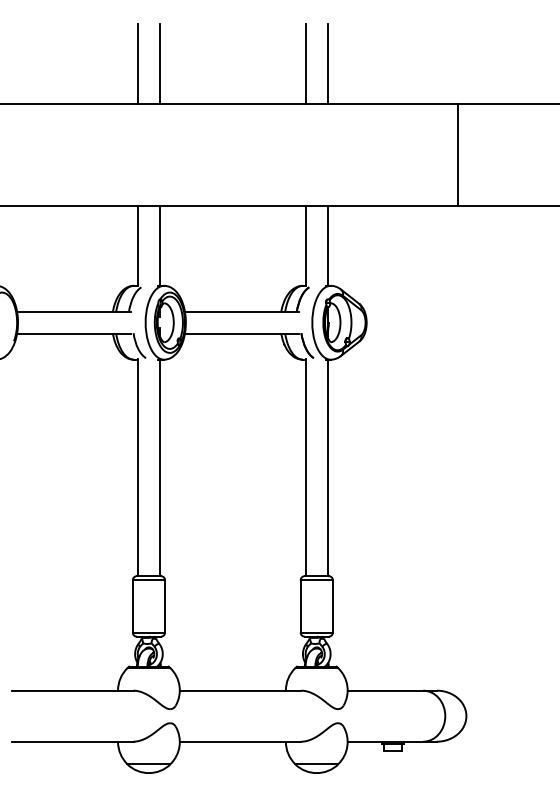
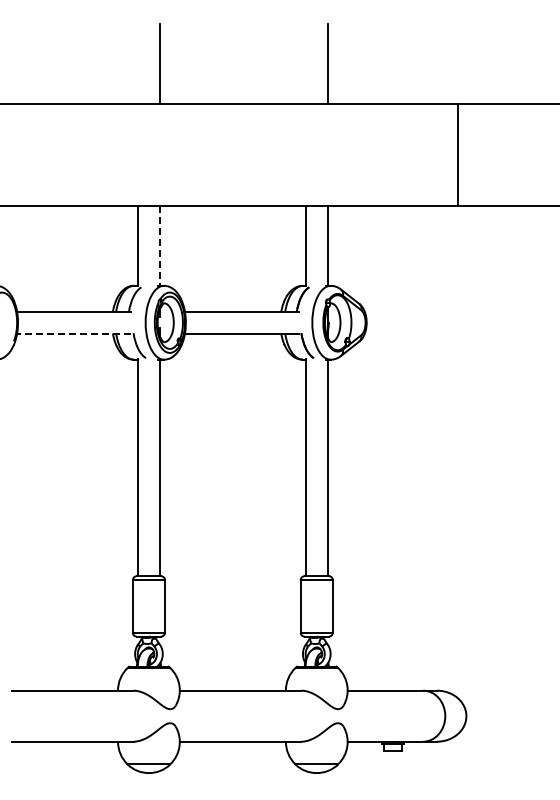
line at (138, 63): present -> none
line at (306, 63): present -> none
line at (159, 245): solid -> dashed
line at (73, 333): solid -> dashed
